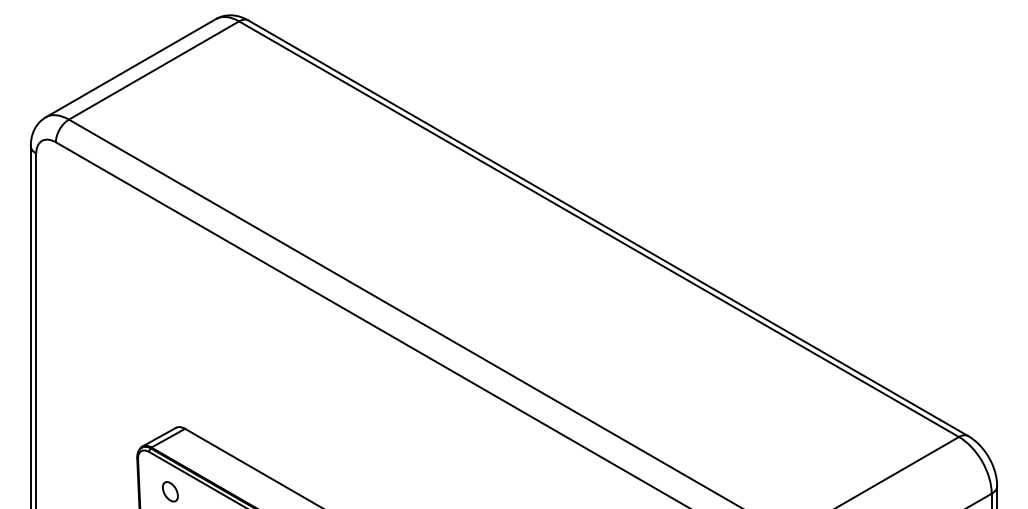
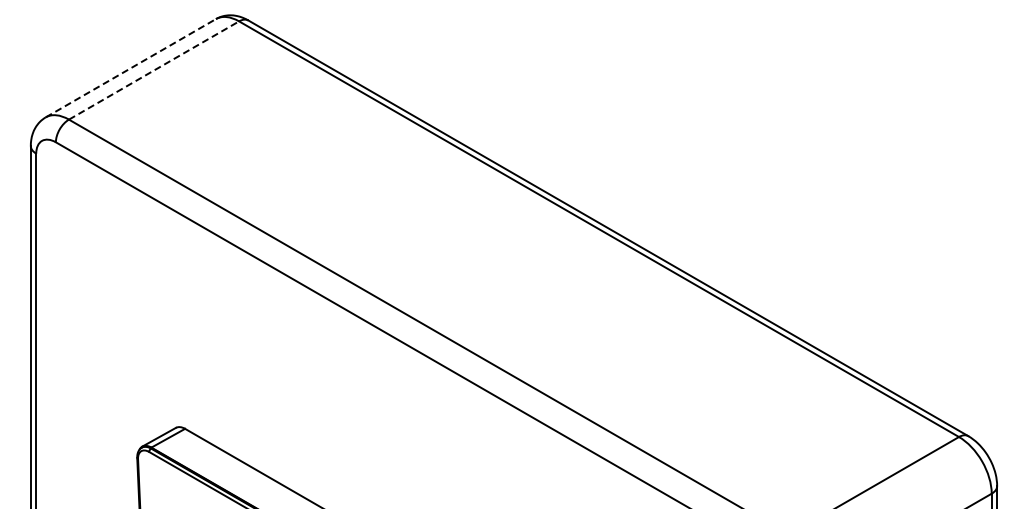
line at (131, 67): solid -> dashed
line at (154, 70): solid -> dashed
part at (170, 491): present -> none
